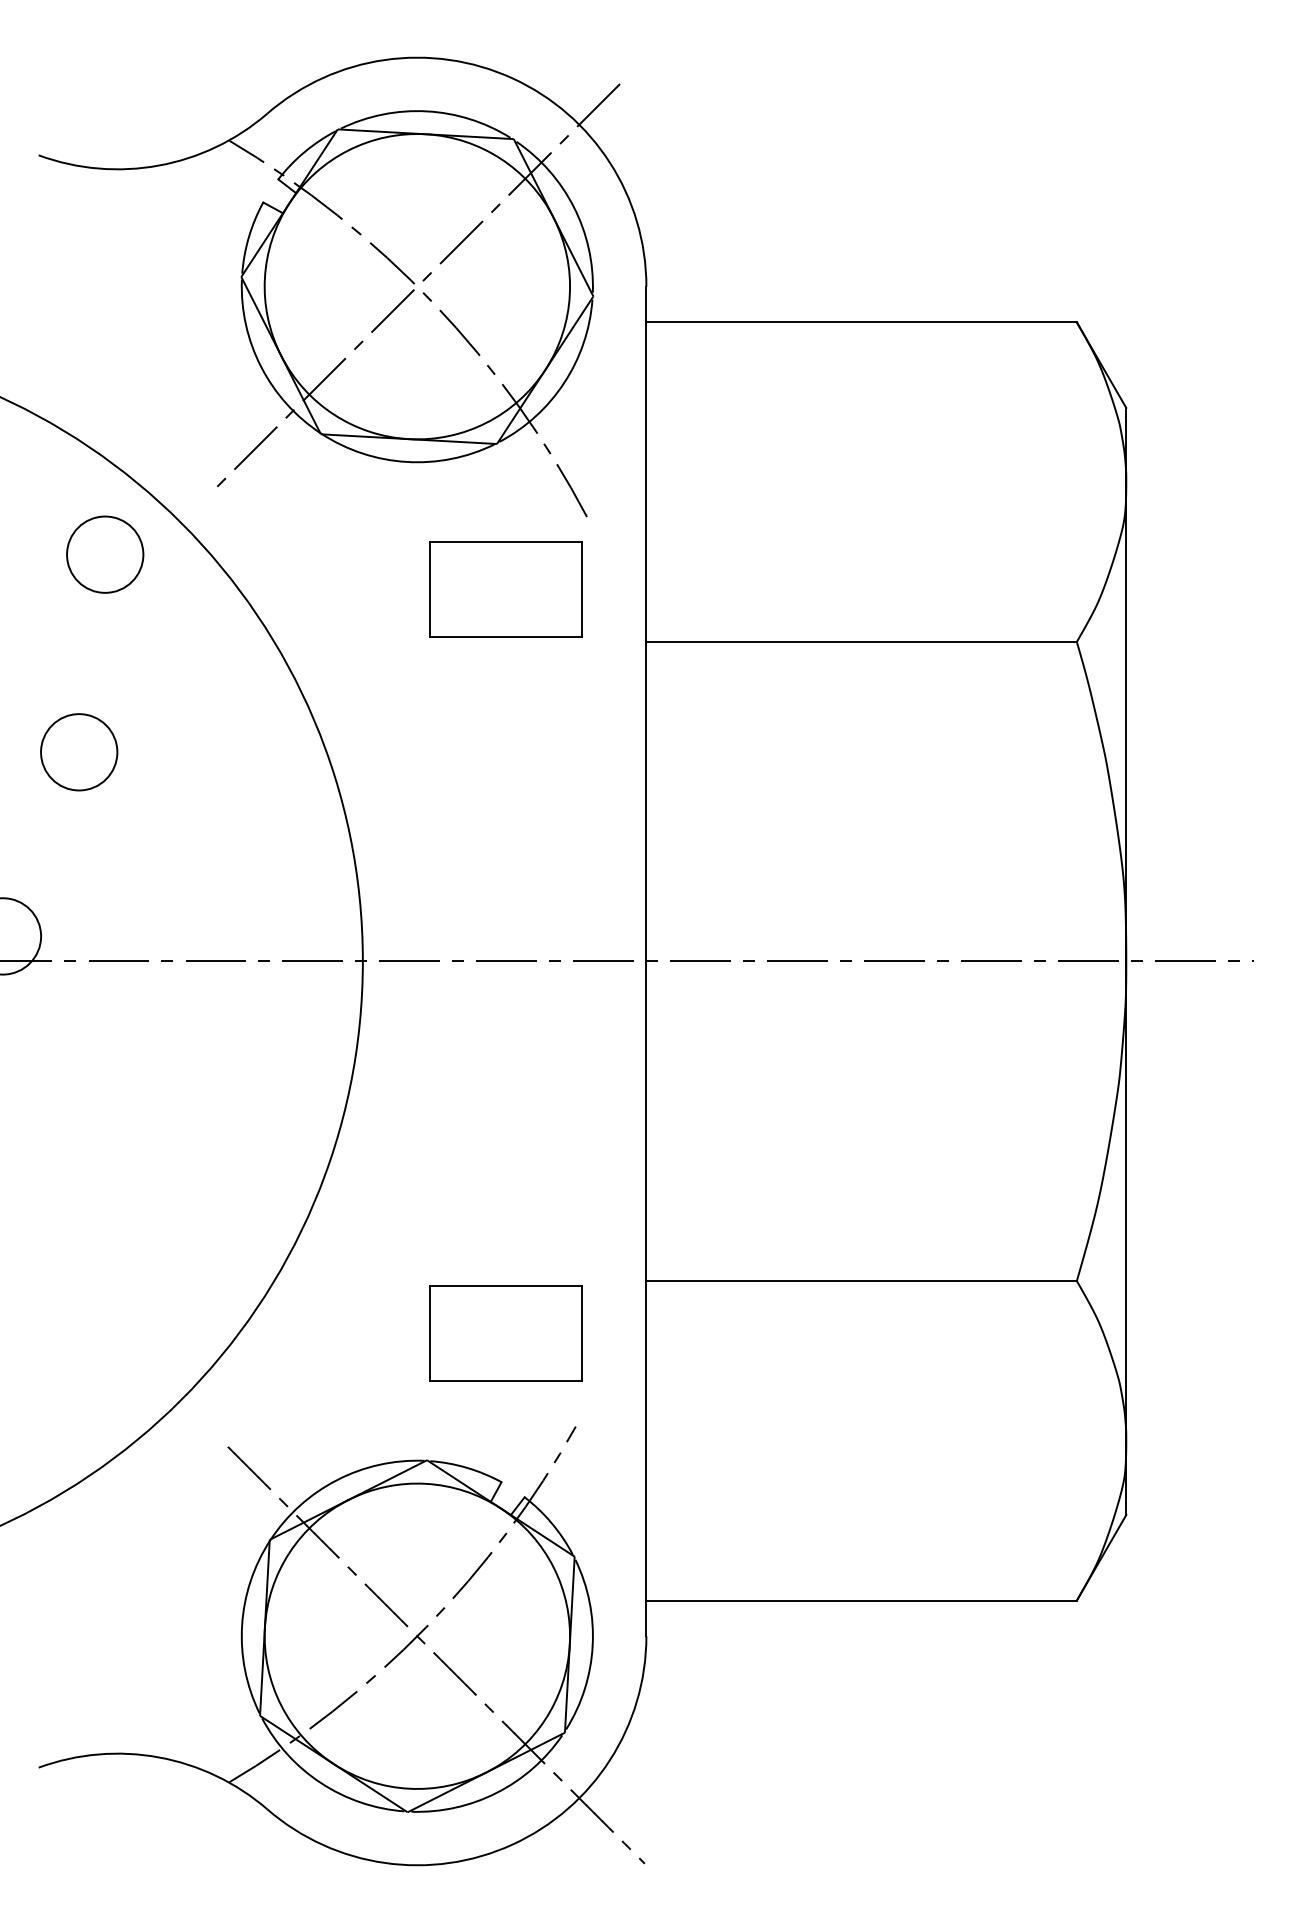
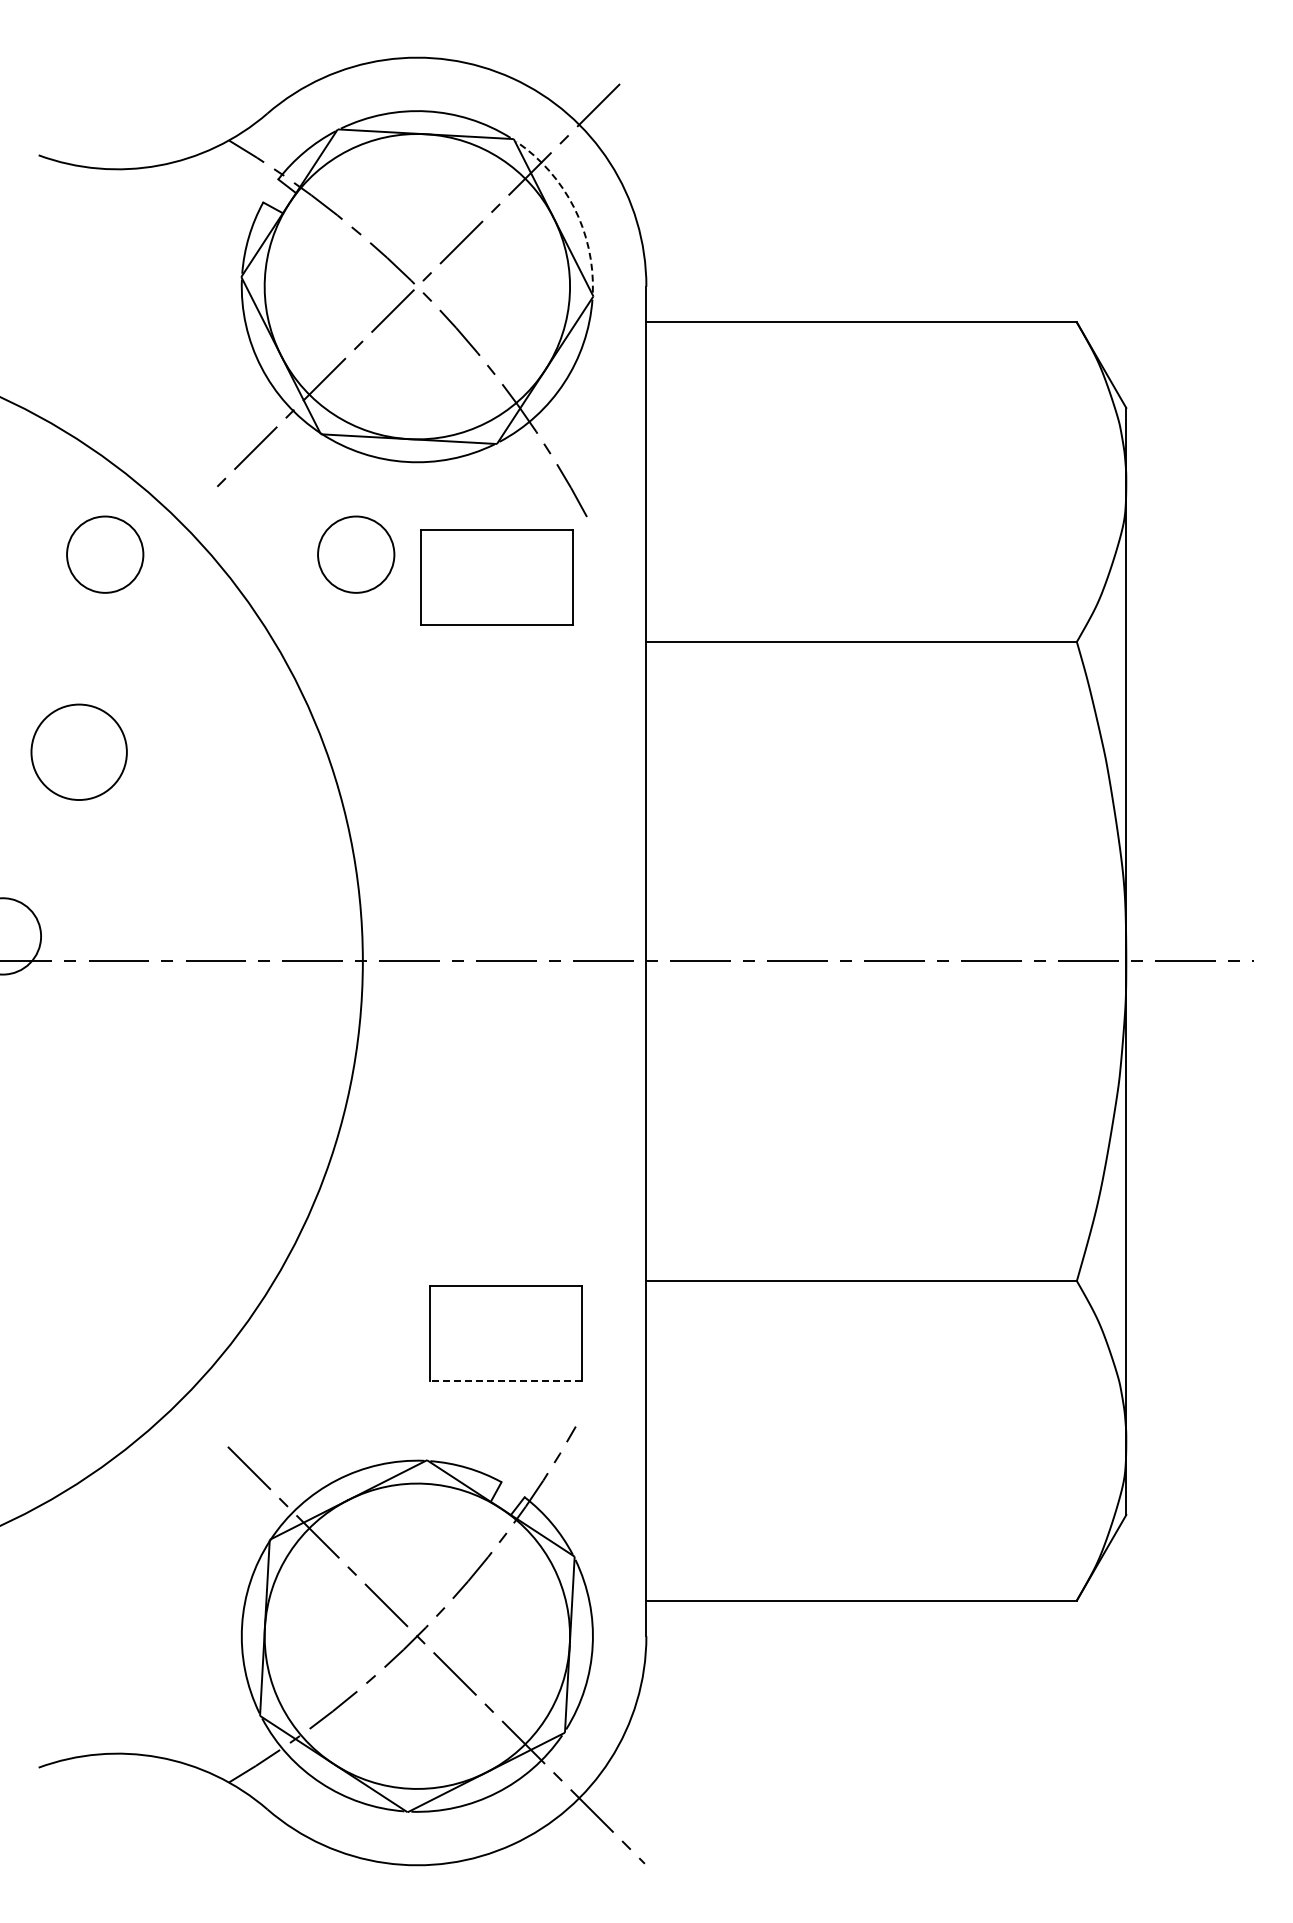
arc at (574, 207): solid -> dashed
circle at (356, 554): none -> present
part at (505, 589) position: (505, 589) -> (496, 577)
circle at (79, 752) diameter: 76 px -> 95 px
line at (505, 1381): solid -> dashed
